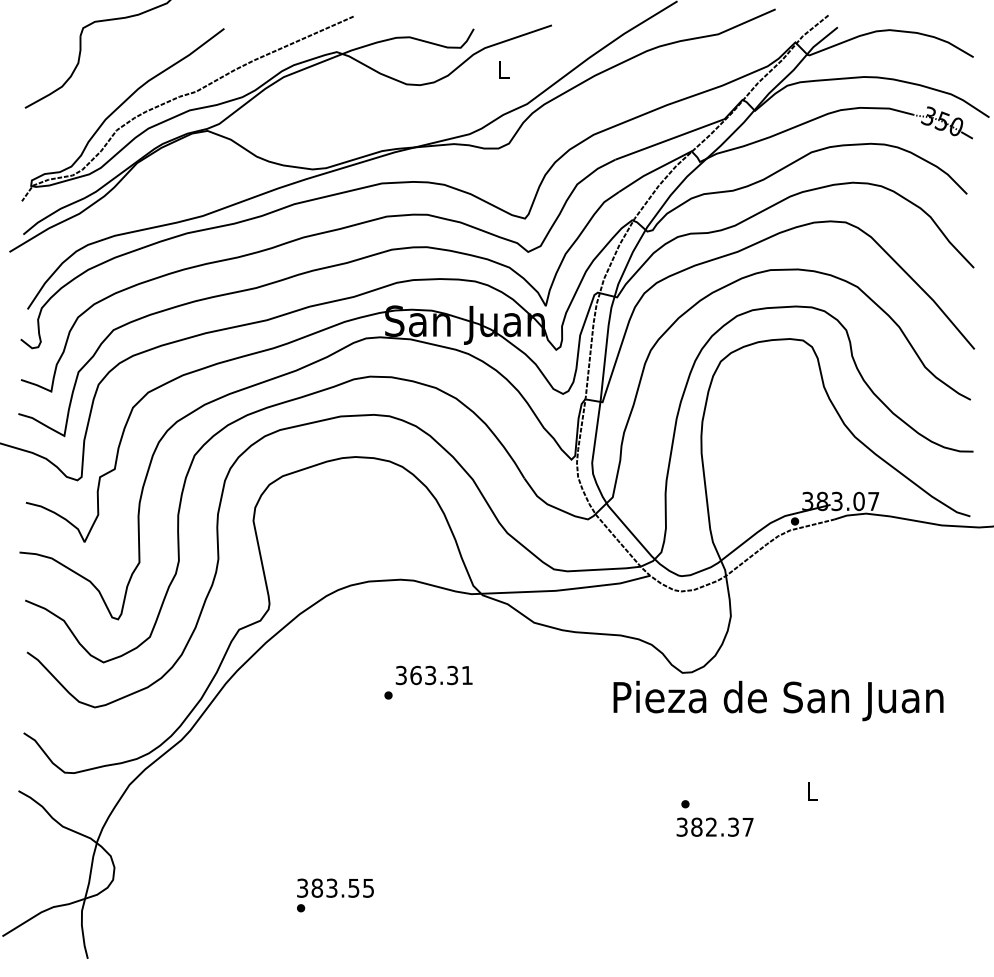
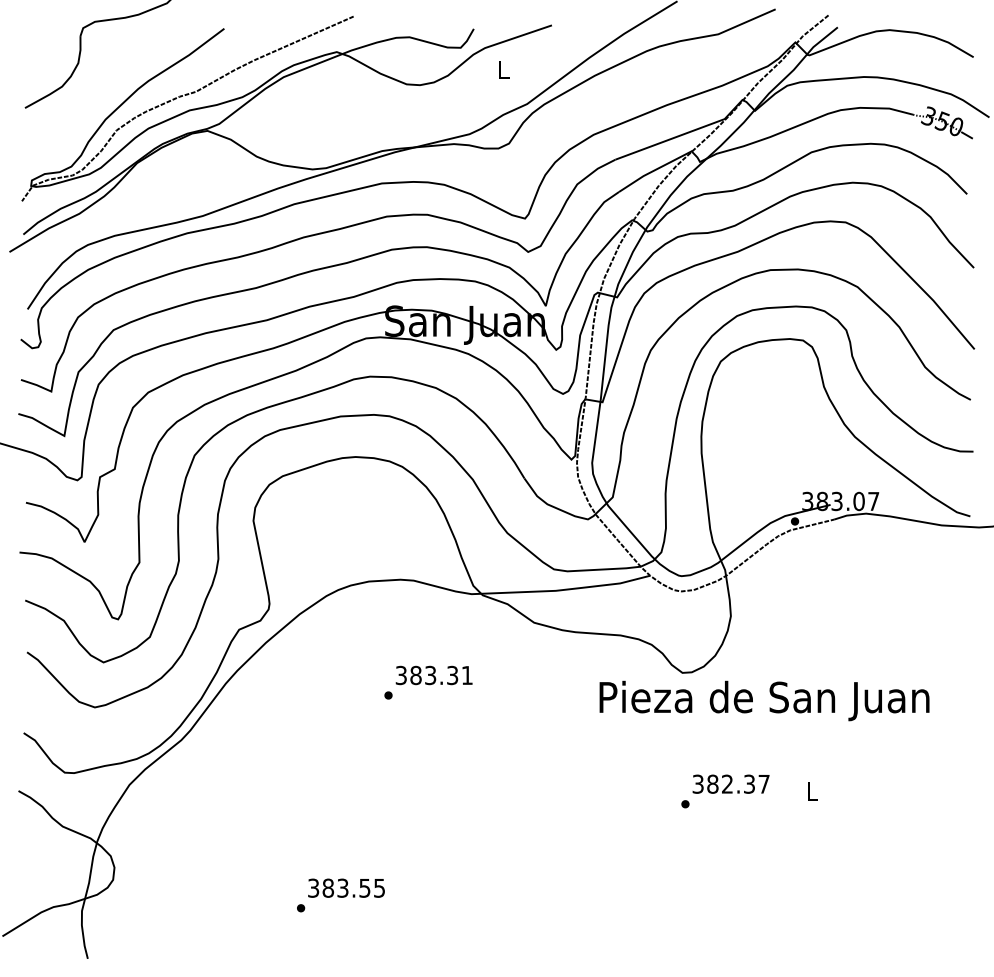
text at (415, 674): 363.31 -> 383.31
text at (778, 700) position: (778, 700) -> (764, 700)
text at (714, 826) position: (714, 826) -> (730, 783)
text at (335, 887) position: (335, 887) -> (346, 887)
